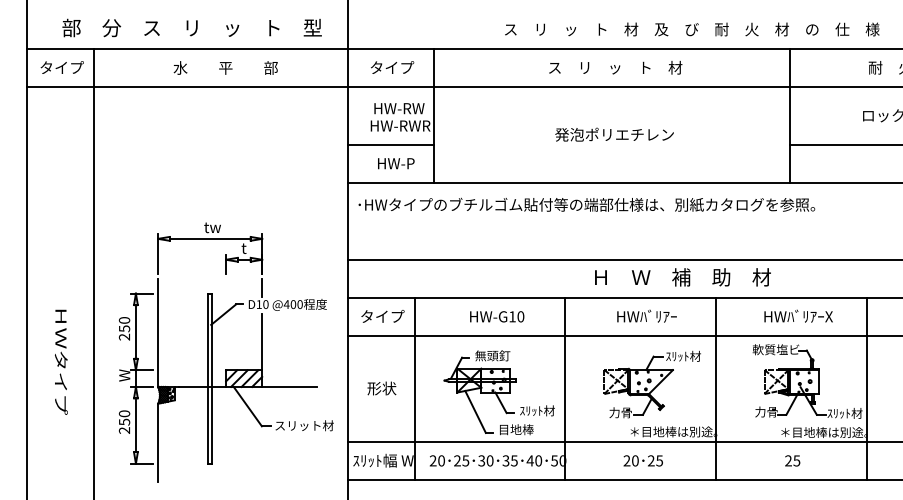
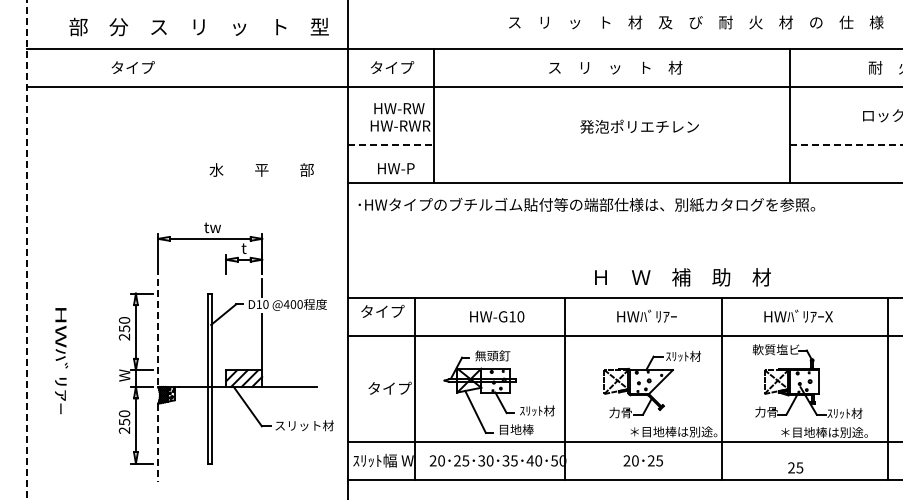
text at (191, 27) position: (191, 27) -> (198, 26)
text at (692, 29) position: (692, 29) -> (696, 22)
text at (61, 67) position: (61, 67) -> (132, 67)
text at (225, 67) position: (225, 67) -> (261, 169)
text at (614, 134) position: (614, 134) -> (639, 126)
line at (391, 144): solid -> dashed
line at (847, 144): solid -> dashed
text at (396, 163) position: (396, 163) -> (396, 168)
line at (27, 250): solid -> dashed
line at (623, 259): present -> none
line at (94, 272): present -> none
text at (382, 316) position: (382, 316) -> (382, 311)
line at (158, 333): solid -> dashed
text at (61, 361): ＨＷタイプ -> HWﾊﾞﾘｱｰ
text at (389, 388): 形状 -> タイプ
line at (716, 388) position: (716, 388) -> (722, 388)
line at (866, 388) position: (866, 388) -> (887, 388)
line at (158, 443): solid -> dashed
text at (792, 460) position: (792, 460) -> (795, 467)
